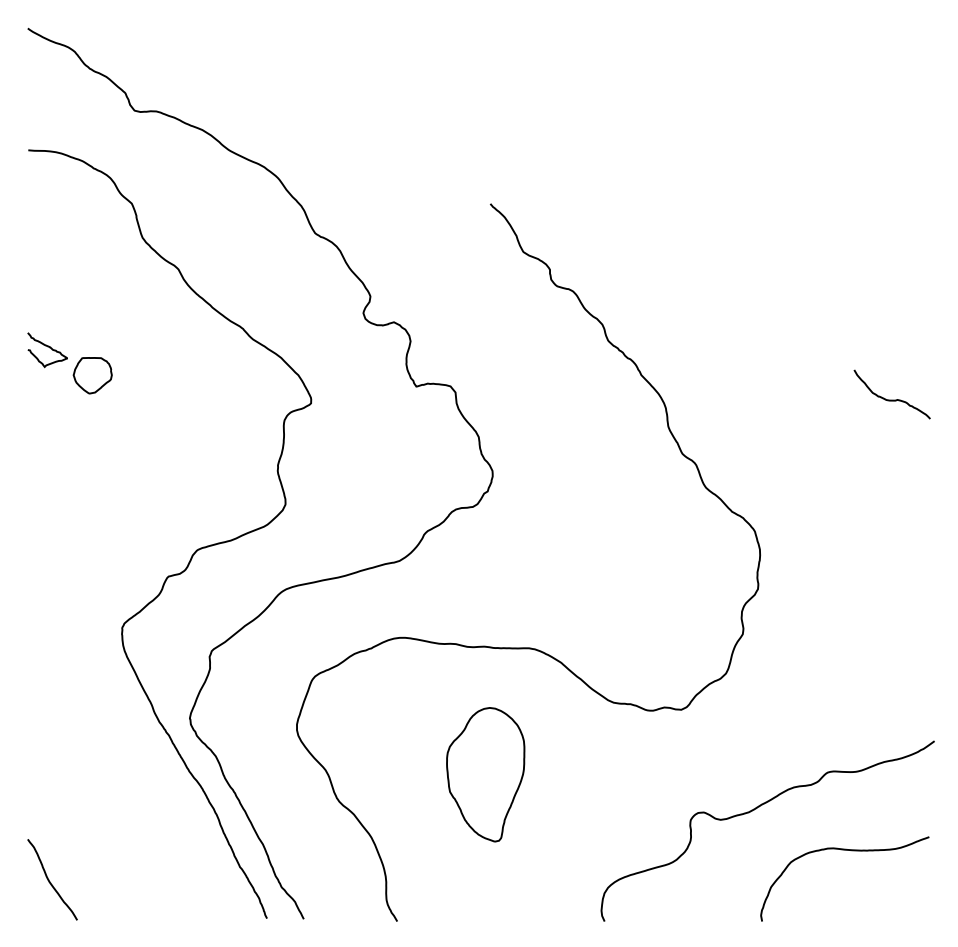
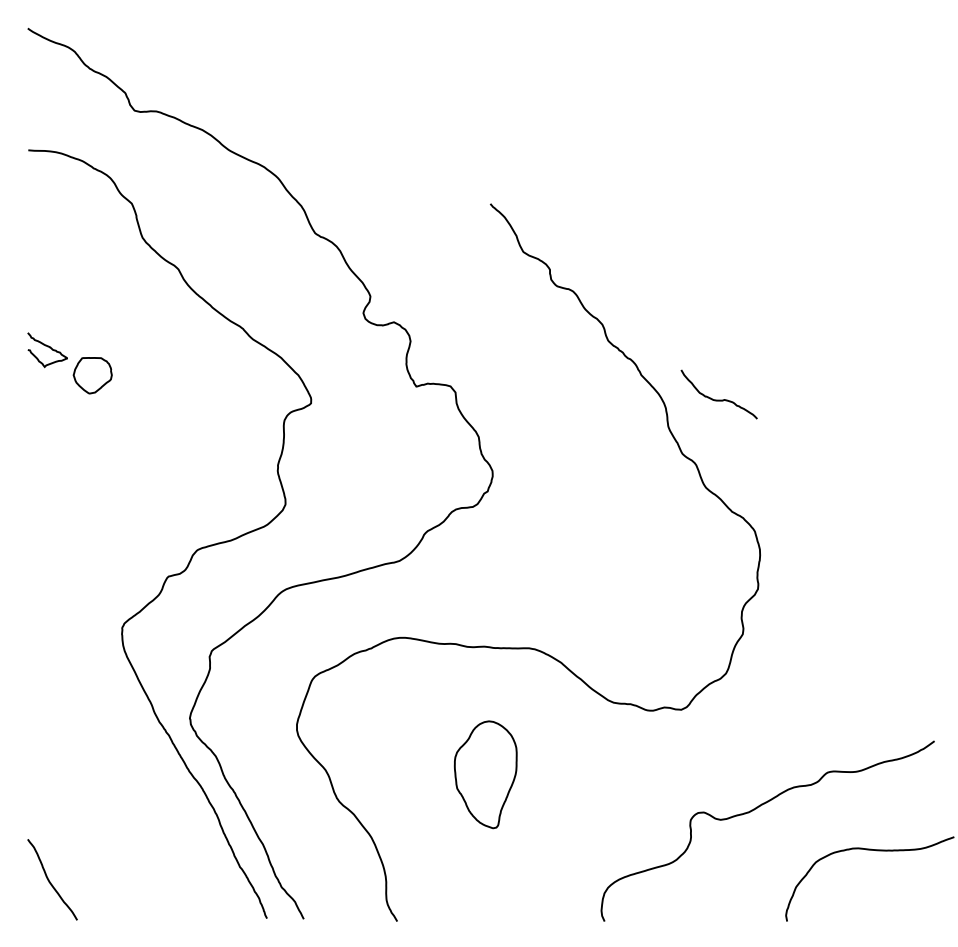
curve at (891, 399) position: (891, 399) -> (718, 399)
part at (485, 774) size: 80x136 px -> 65x110 px
curve at (851, 851) position: (851, 851) -> (876, 851)
